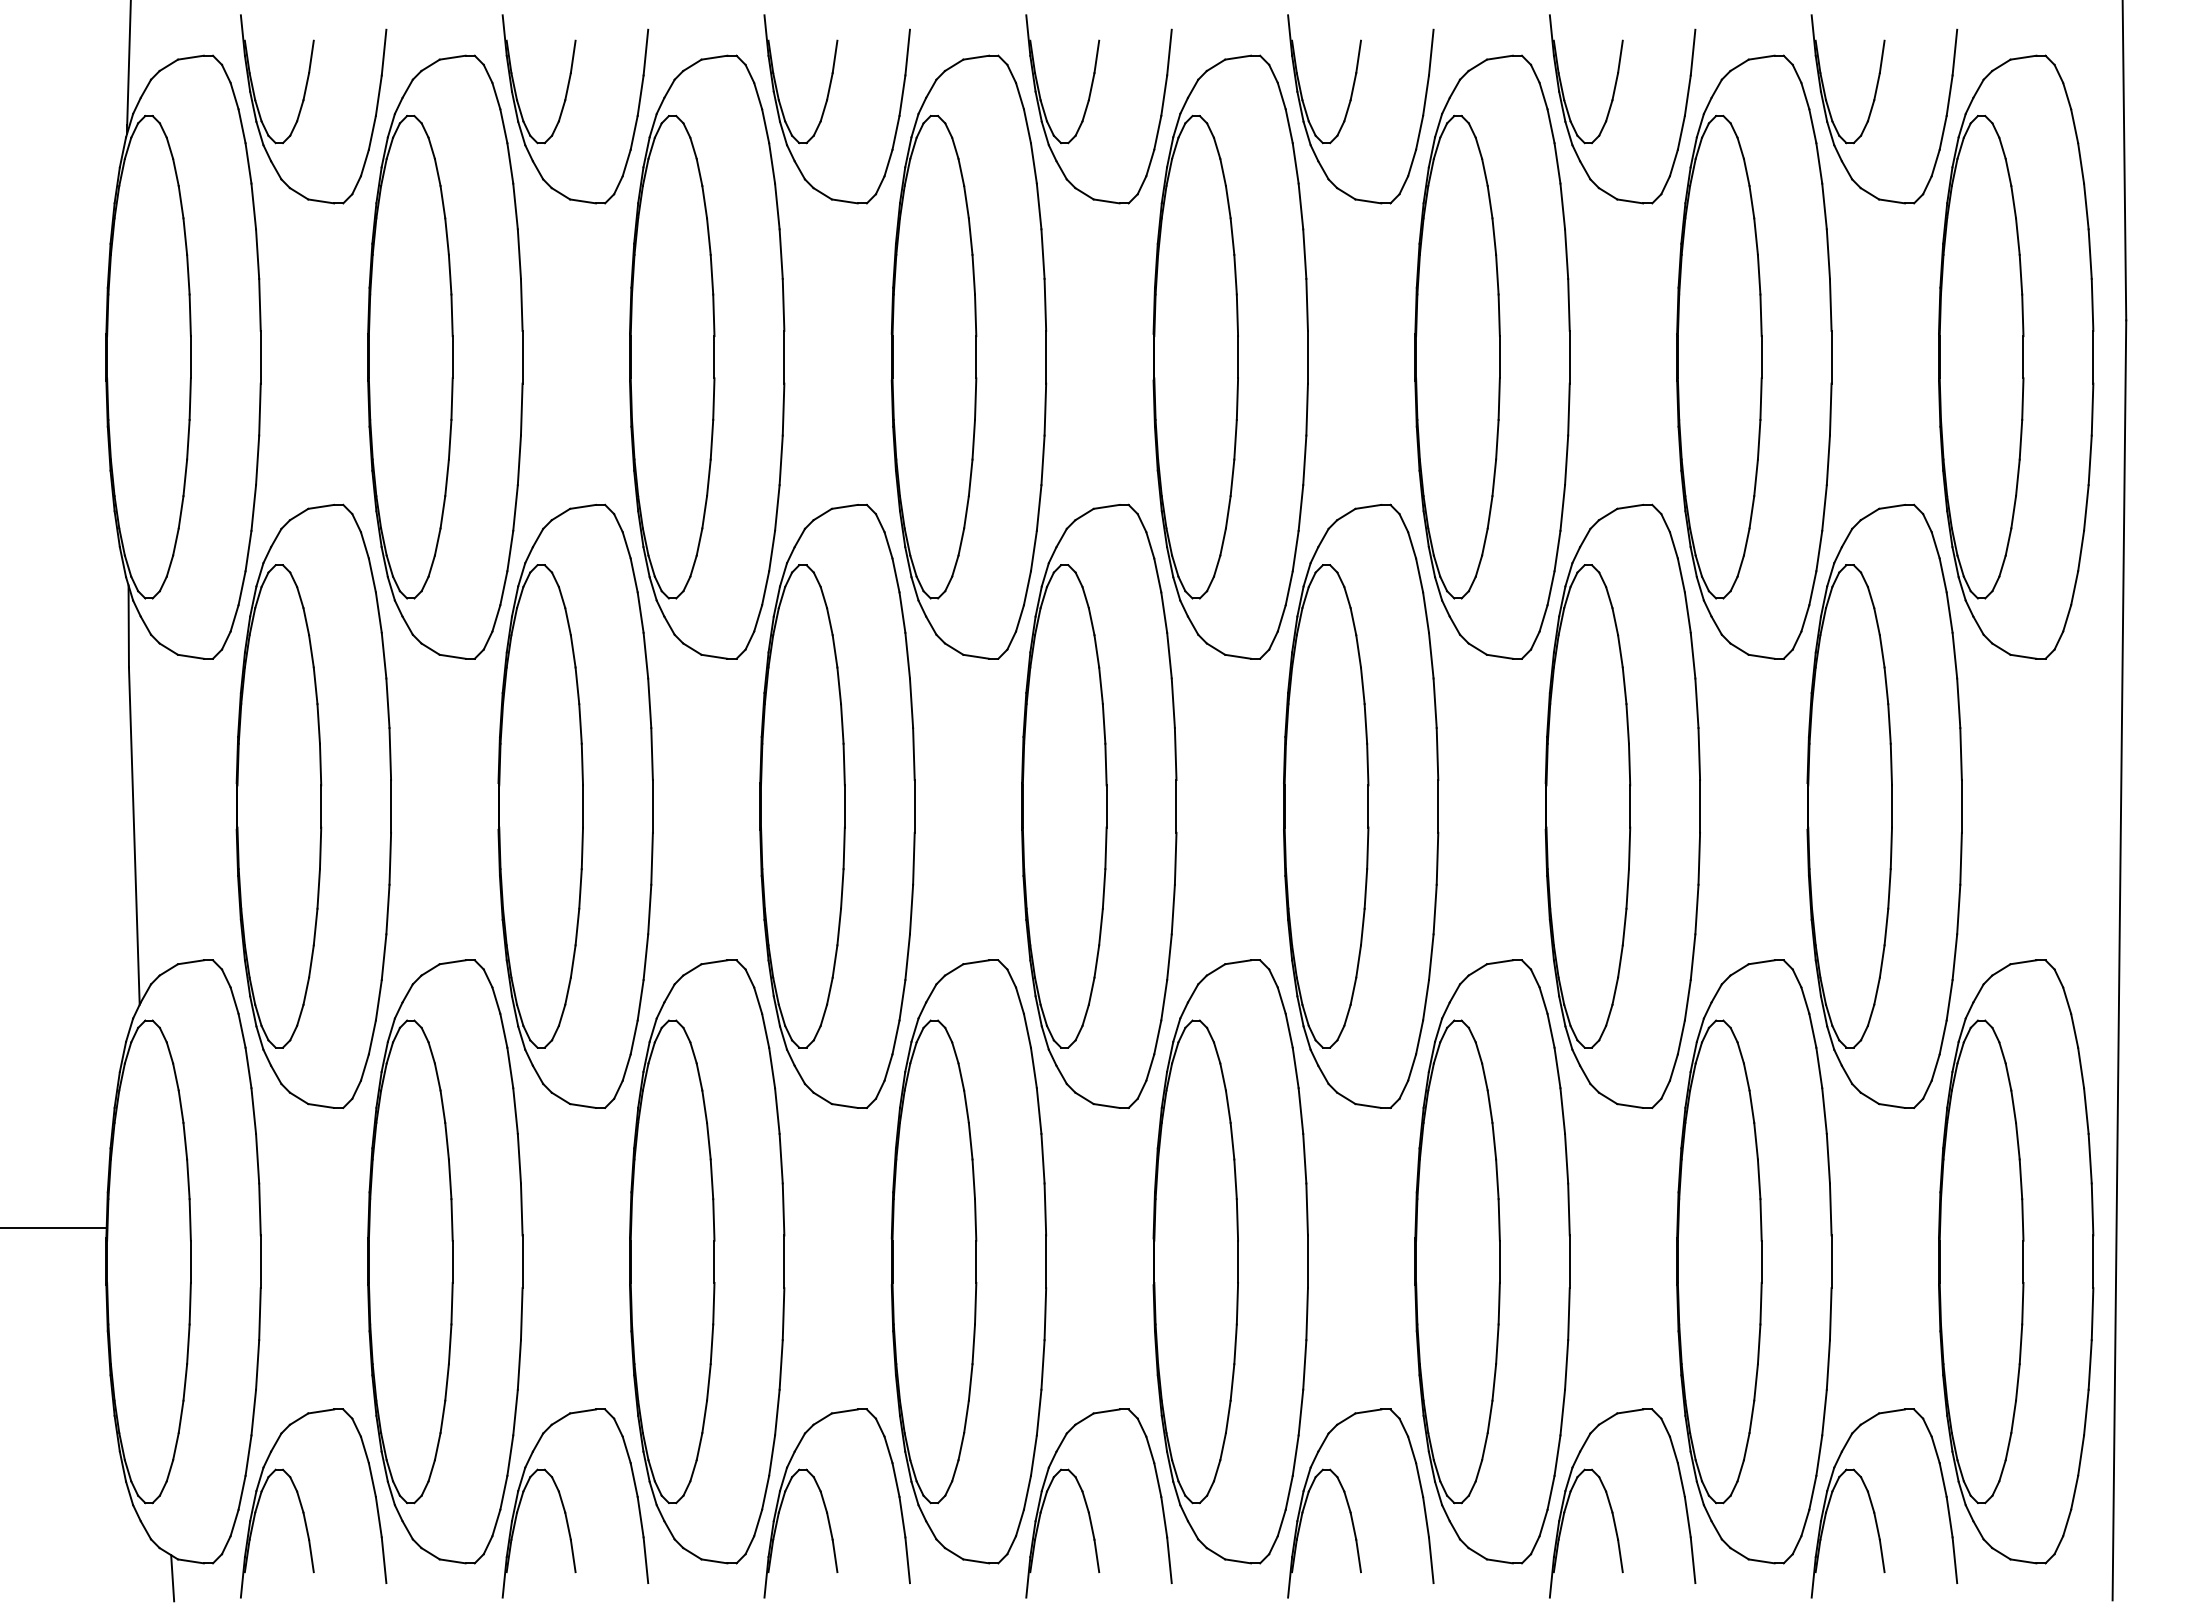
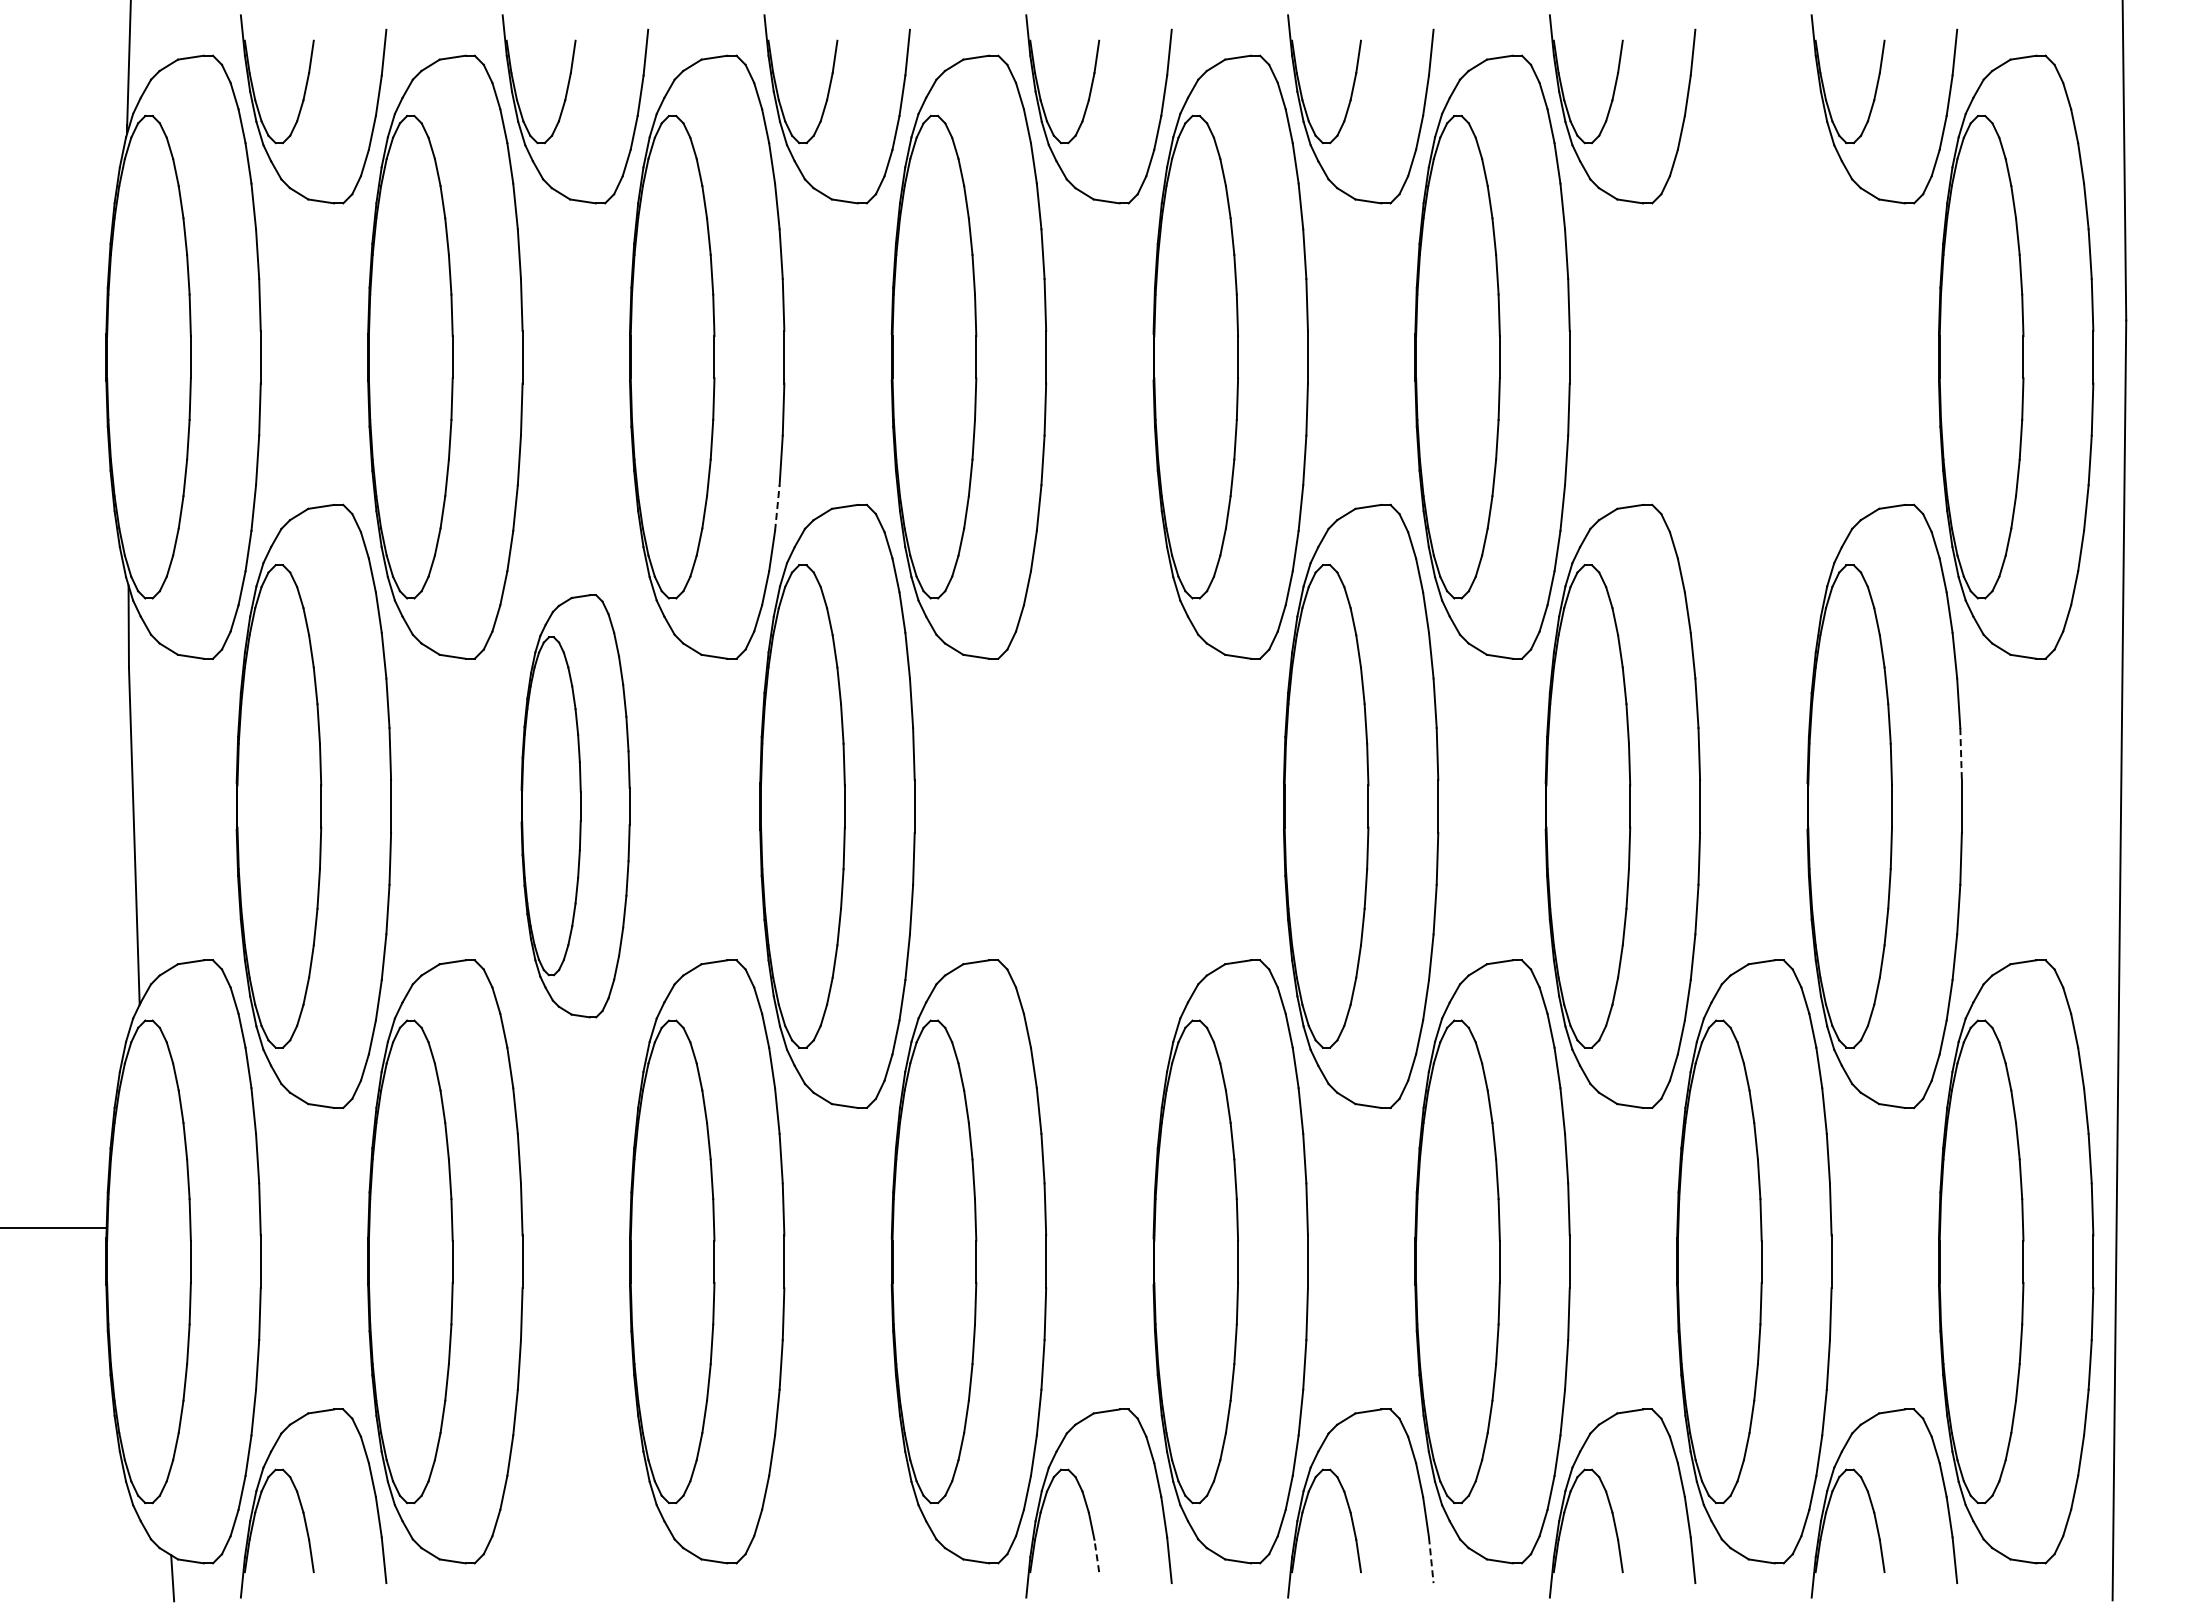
part at (1754, 356): present -> none
line at (777, 508): solid -> dashed
line at (1961, 754): solid -> dashed
part at (575, 805) size: 157x606 px -> 111x425 px
part at (1099, 805): present -> none
part at (564, 1506): present -> none
part at (826, 1506): present -> none
line at (1096, 1555): solid -> dashed
line at (1431, 1560): solid -> dashed
